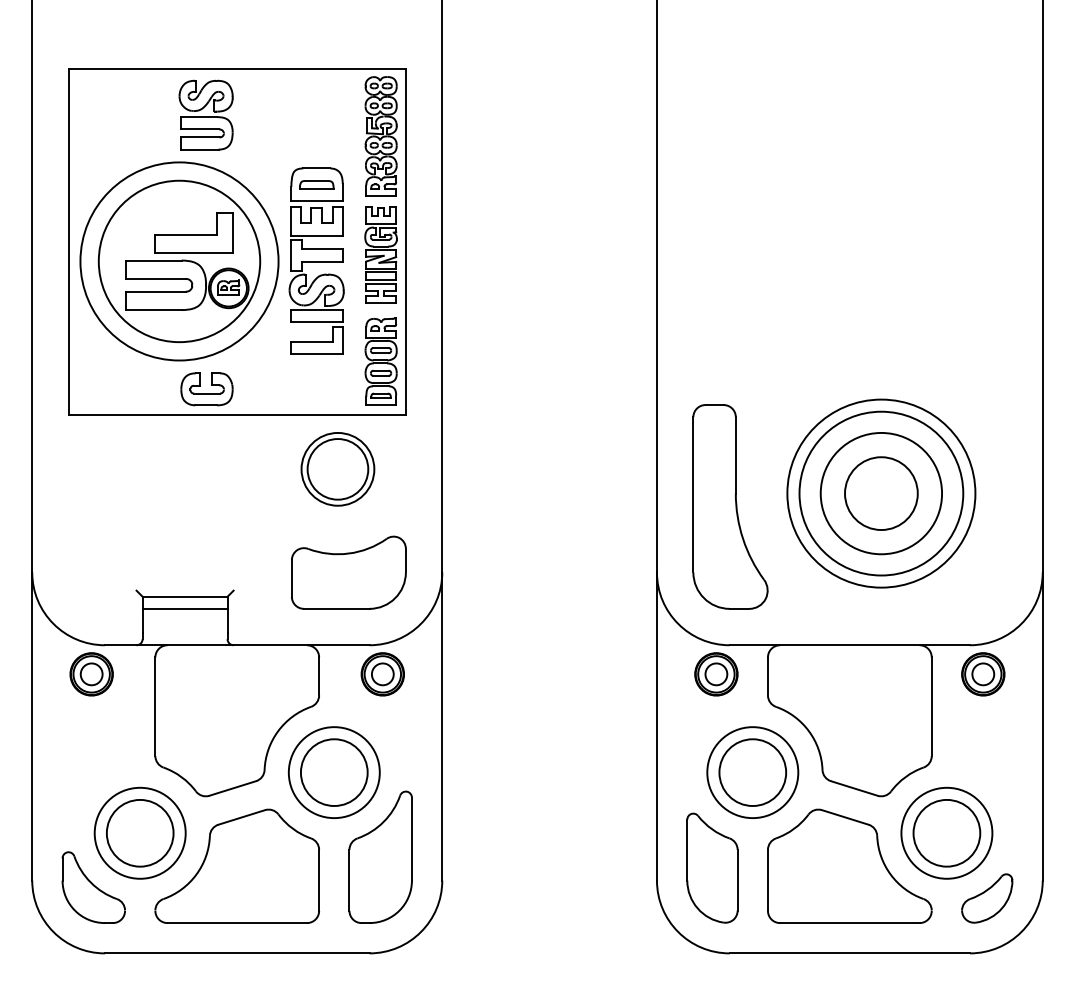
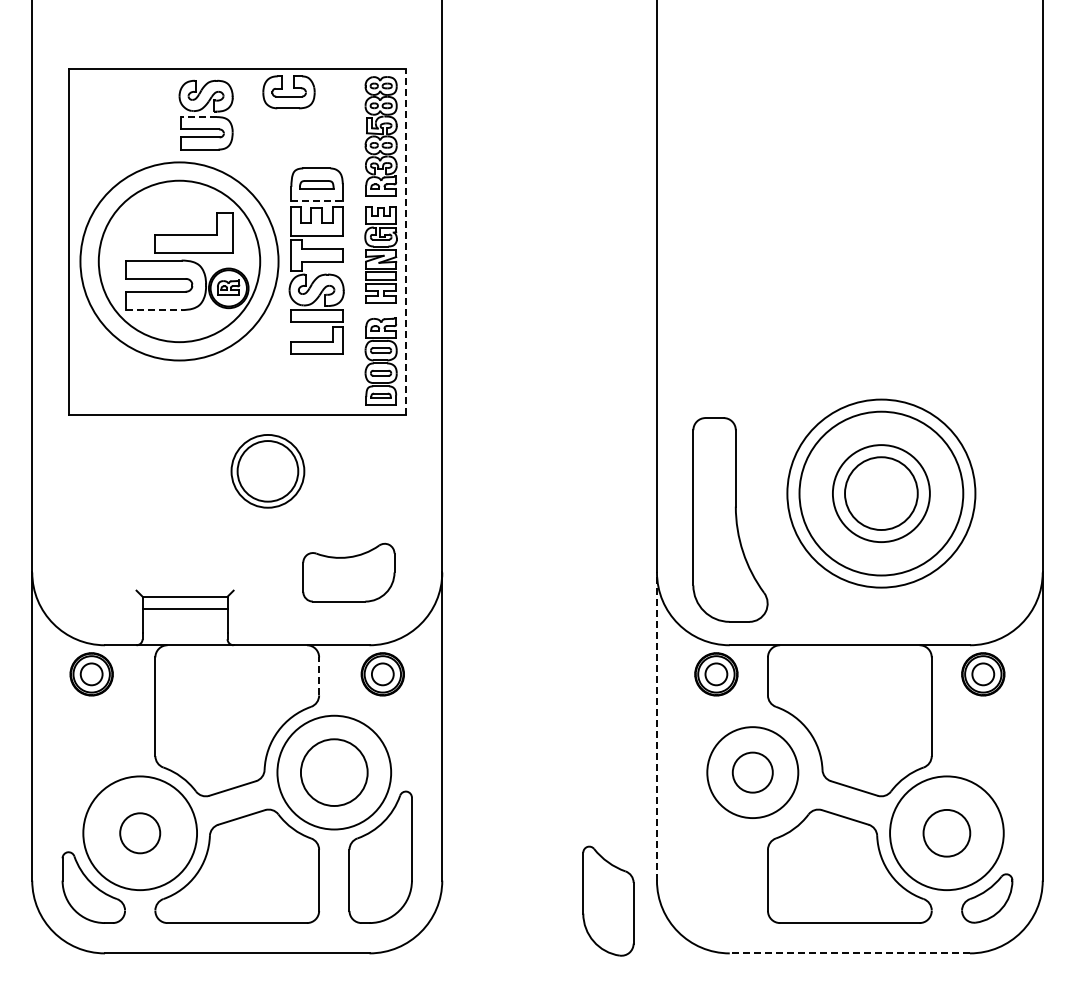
line at (199, 117): solid -> dashed
line at (317, 201): solid -> dashed
line at (405, 241): solid -> dashed
line at (153, 310): solid -> dashed
part at (206, 389) position: (206, 389) -> (288, 92)
part at (337, 469) position: (337, 469) -> (267, 471)
circle at (881, 493) diameter: 121 px -> 97 px
part at (730, 506) position: (730, 506) -> (730, 519)
part at (348, 572) size: 116x75 px -> 94x61 px
line at (319, 675): solid -> dashed
line at (656, 726): solid -> dashed
circle at (333, 772) diameter: 91 px -> 114 px
circle at (752, 772) diameter: 67 px -> 40 px
circle at (139, 832) diameter: 67 px -> 40 px
circle at (139, 832) diameter: 91 px -> 114 px
circle at (946, 832) diameter: 67 px -> 47 px
circle at (946, 832) diameter: 91 px -> 114 px
part at (712, 867) position: (712, 867) -> (608, 900)
line at (849, 953): solid -> dashed
